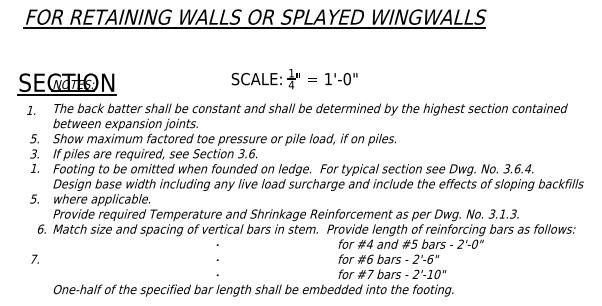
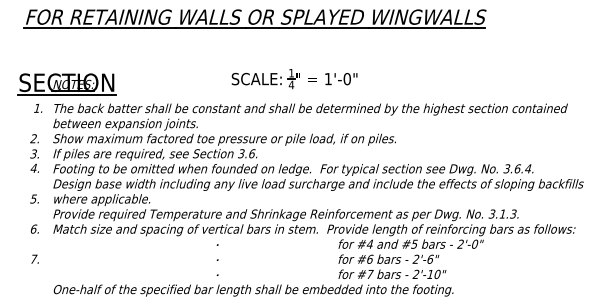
text at (31, 109) position: (31, 109) -> (38, 107)
text at (33, 138): 5. -> 2.
text at (33, 167): 1. -> 4.
text at (41, 228) position: (41, 228) -> (34, 228)
